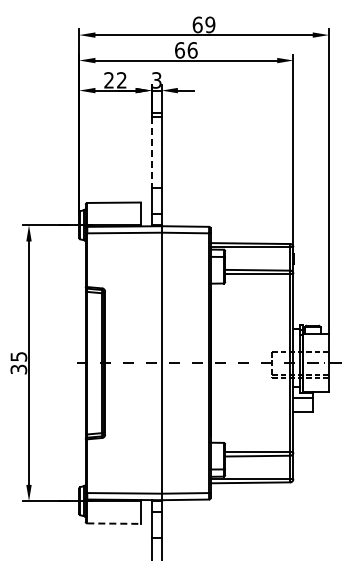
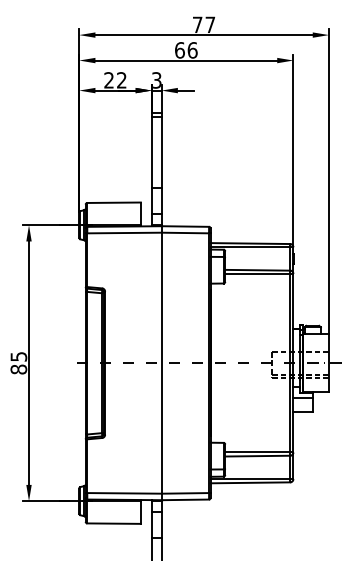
text at (203, 24): 69 -> 77
line at (151, 152): dashed -> solid
text at (18, 369): 35 -> 85
line at (114, 523): dashed -> solid
